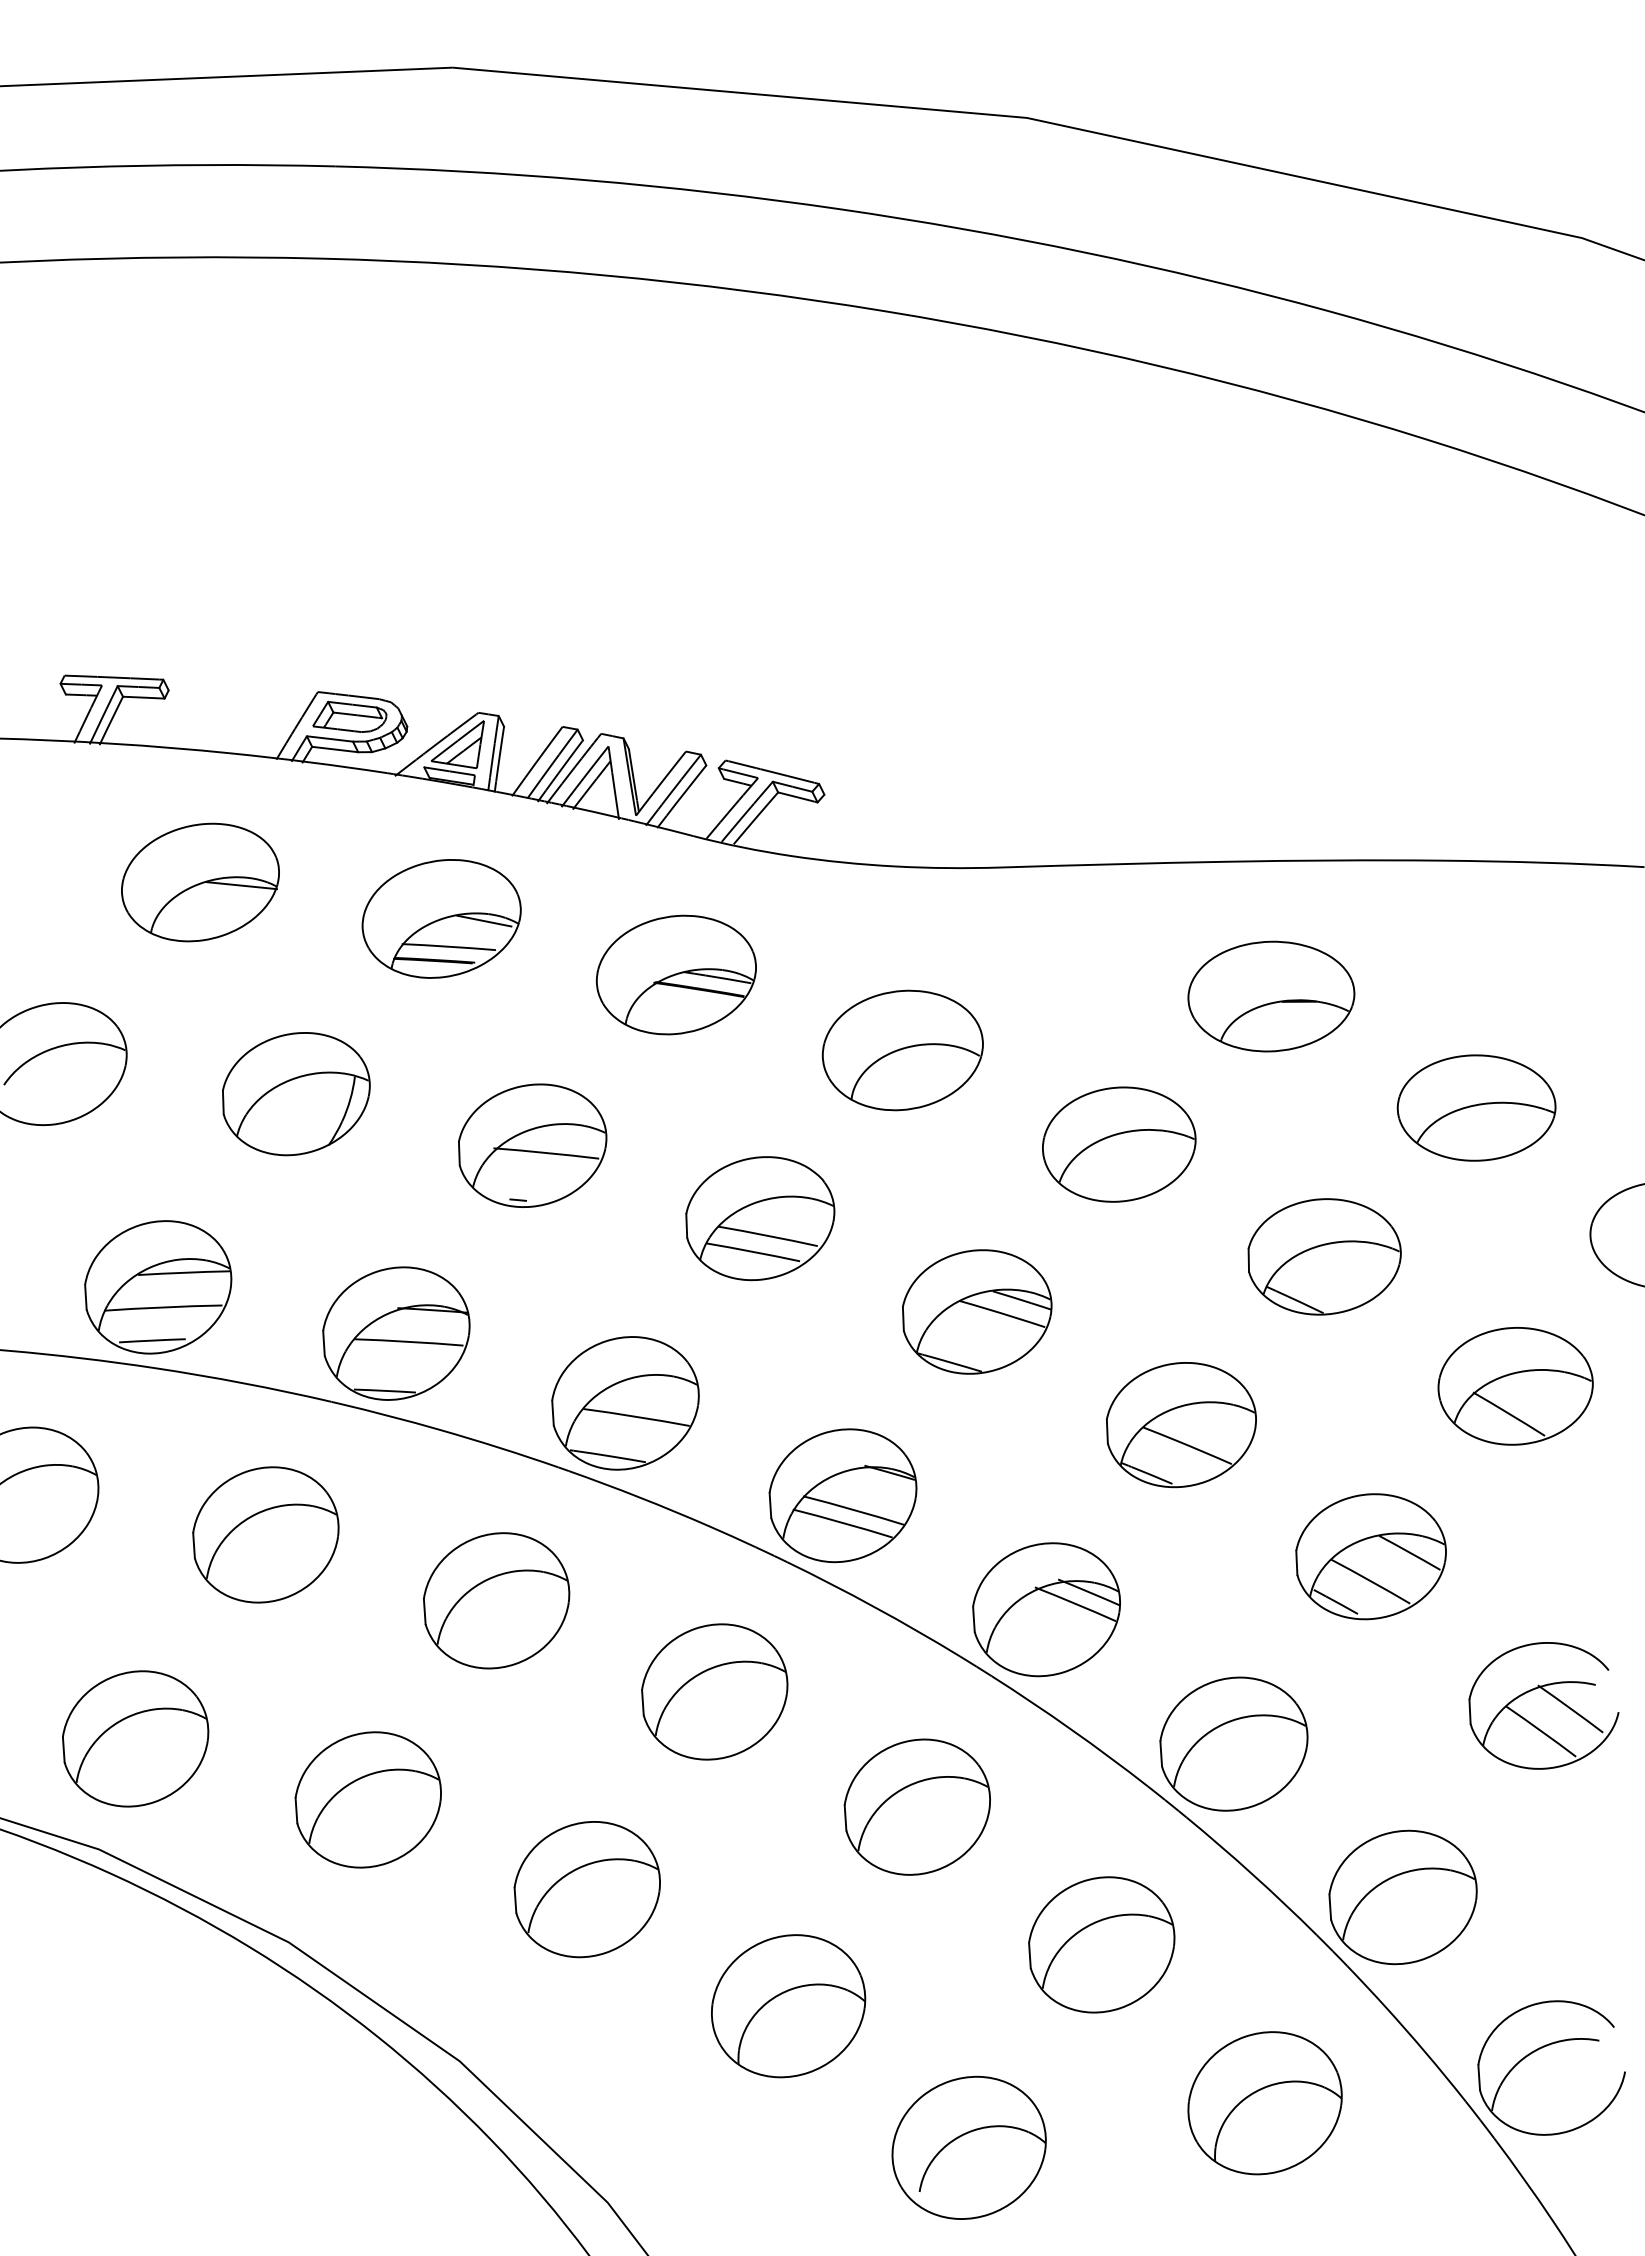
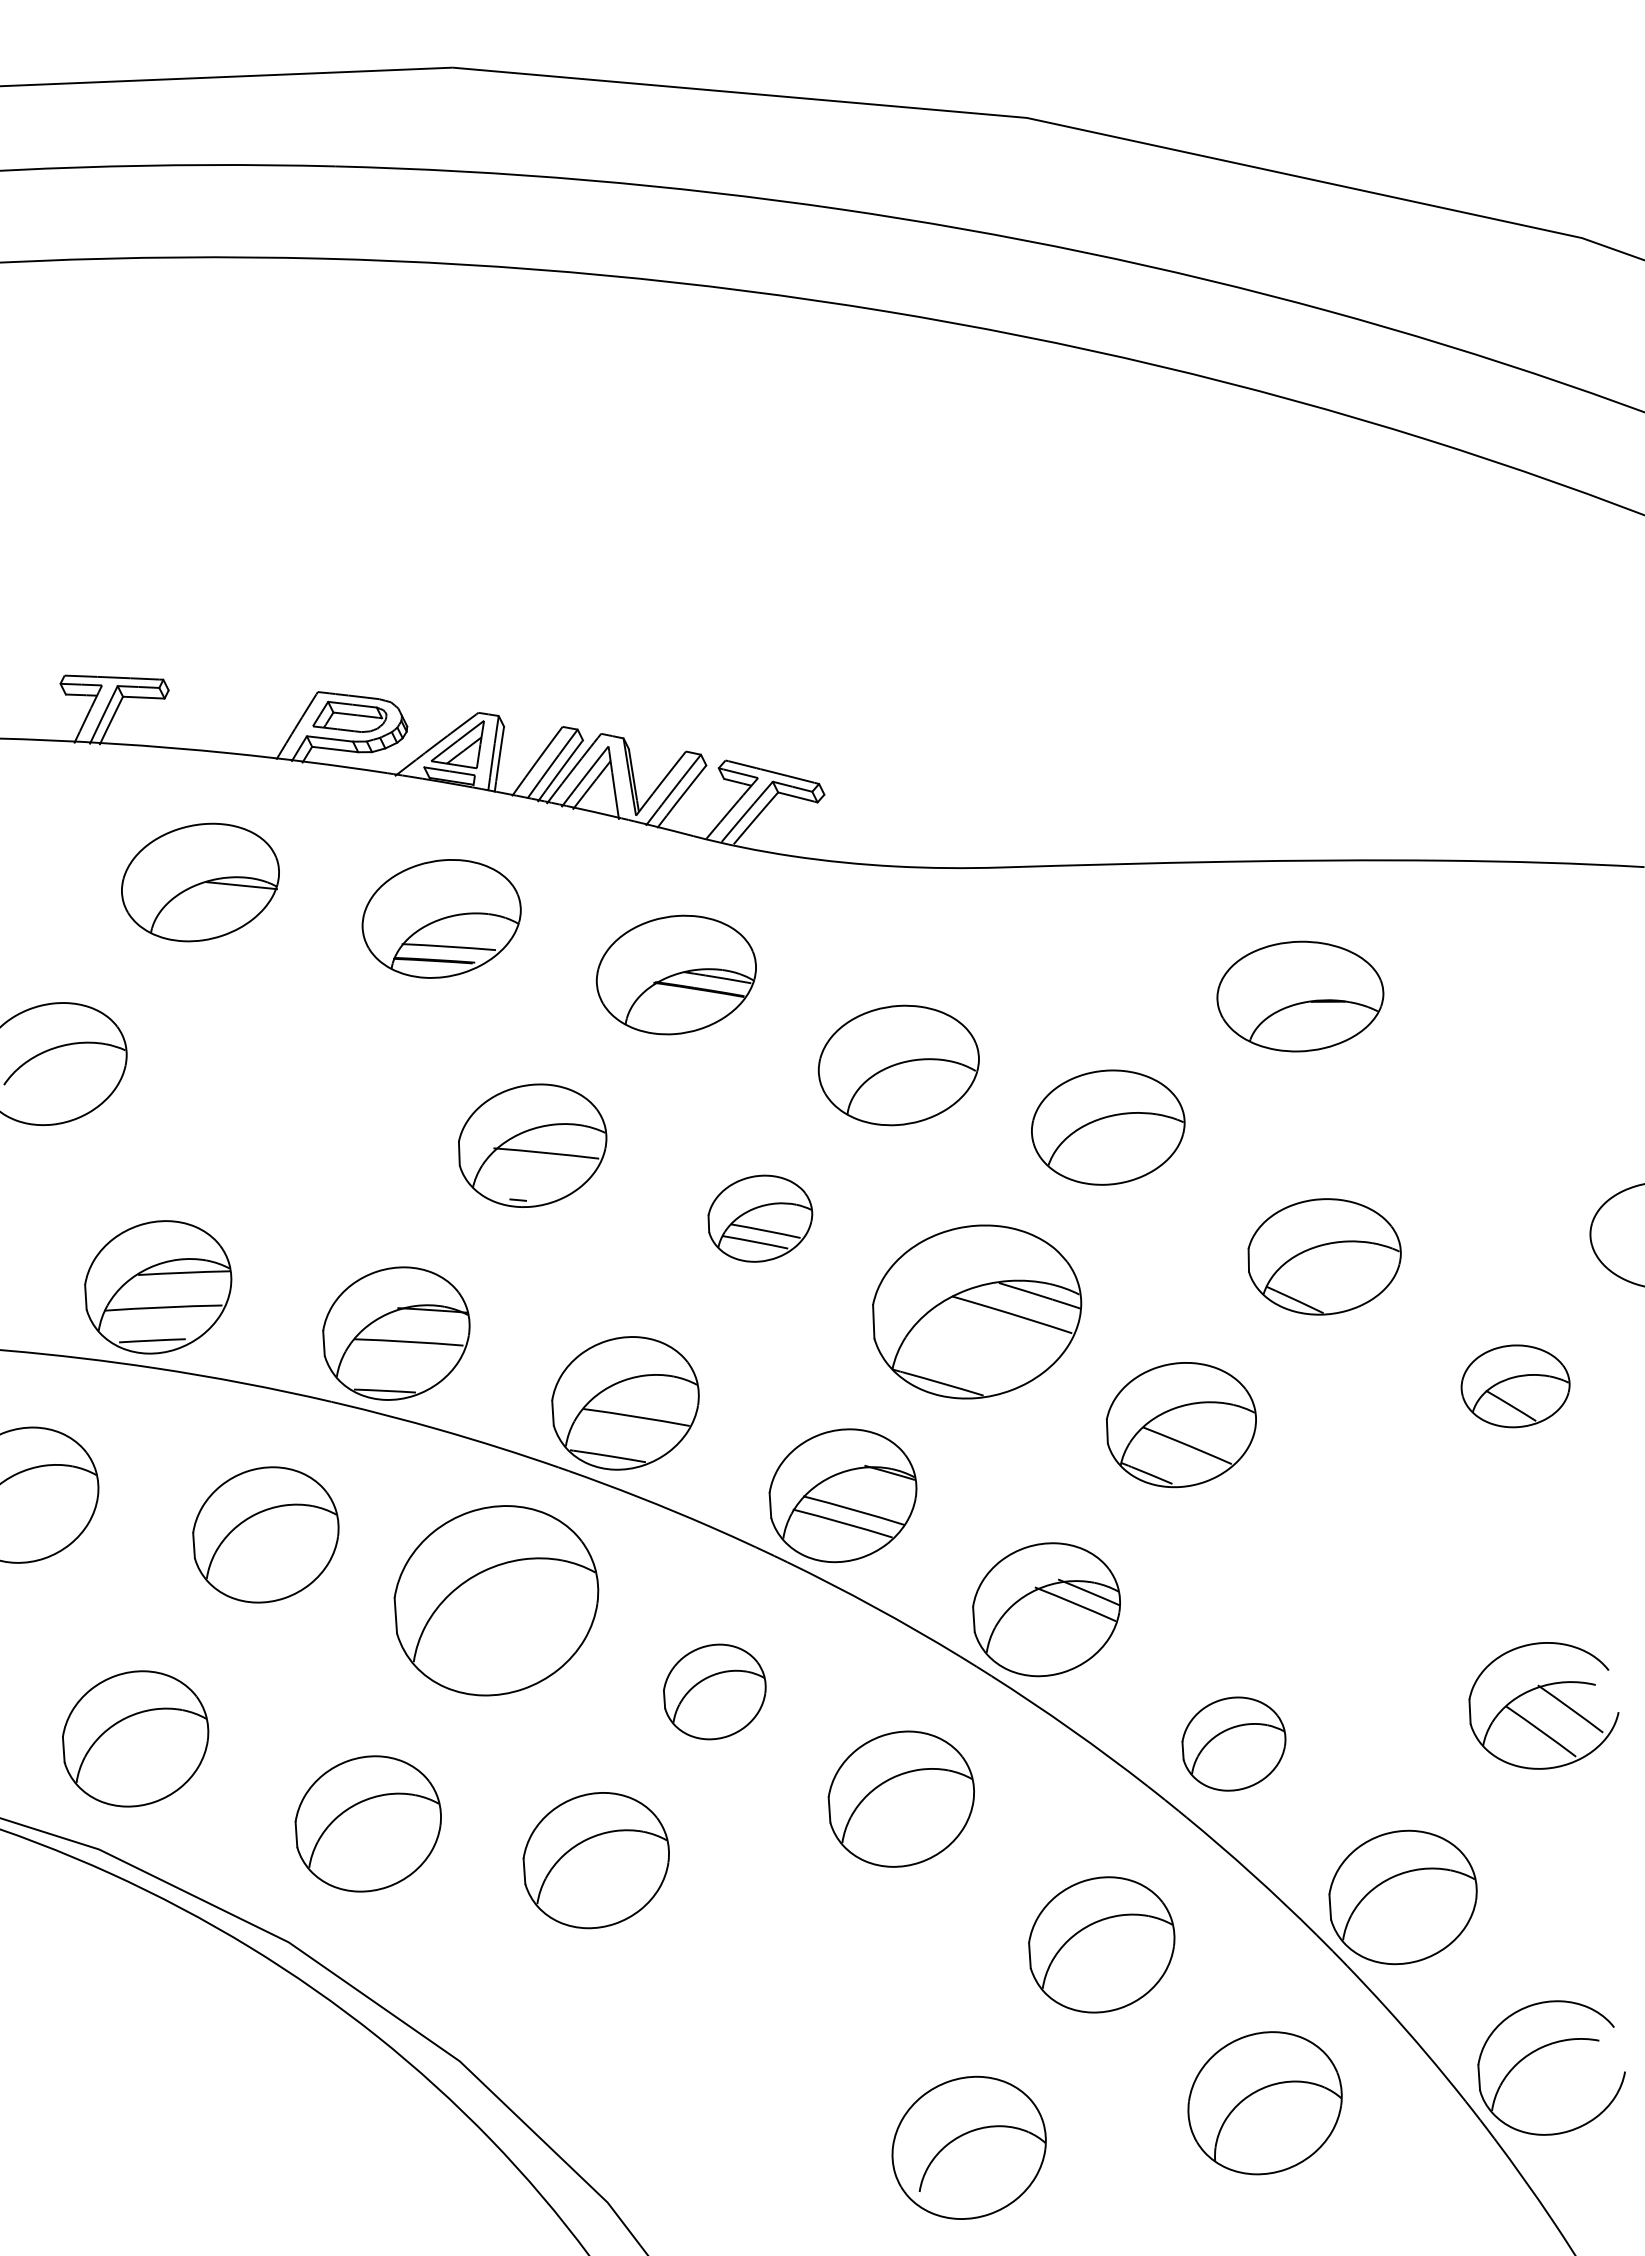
line at (484, 920): present -> none
part at (1271, 996) position: (1271, 996) -> (1300, 996)
part at (902, 1050) position: (902, 1050) -> (898, 1065)
part at (296, 1094): present -> none
part at (1476, 1107): present -> none
part at (1119, 1144) position: (1119, 1144) -> (1108, 1127)
part at (760, 1218) size: 151x126 px -> 107x89 px
part at (977, 1311) size: 151x126 px -> 211x176 px
part at (1515, 1386) size: 157x119 px -> 111x85 px
part at (1370, 1556): present -> none
part at (496, 1600) size: 148x138 px -> 207x192 px
part at (714, 1691) size: 148x138 px -> 104x98 px
part at (1233, 1743) size: 150x136 px -> 106x96 px
part at (367, 1799) position: (367, 1799) -> (367, 1823)
part at (916, 1806) position: (916, 1806) -> (900, 1798)
part at (586, 1889) position: (586, 1889) -> (595, 1860)
part at (788, 2006): present -> none
